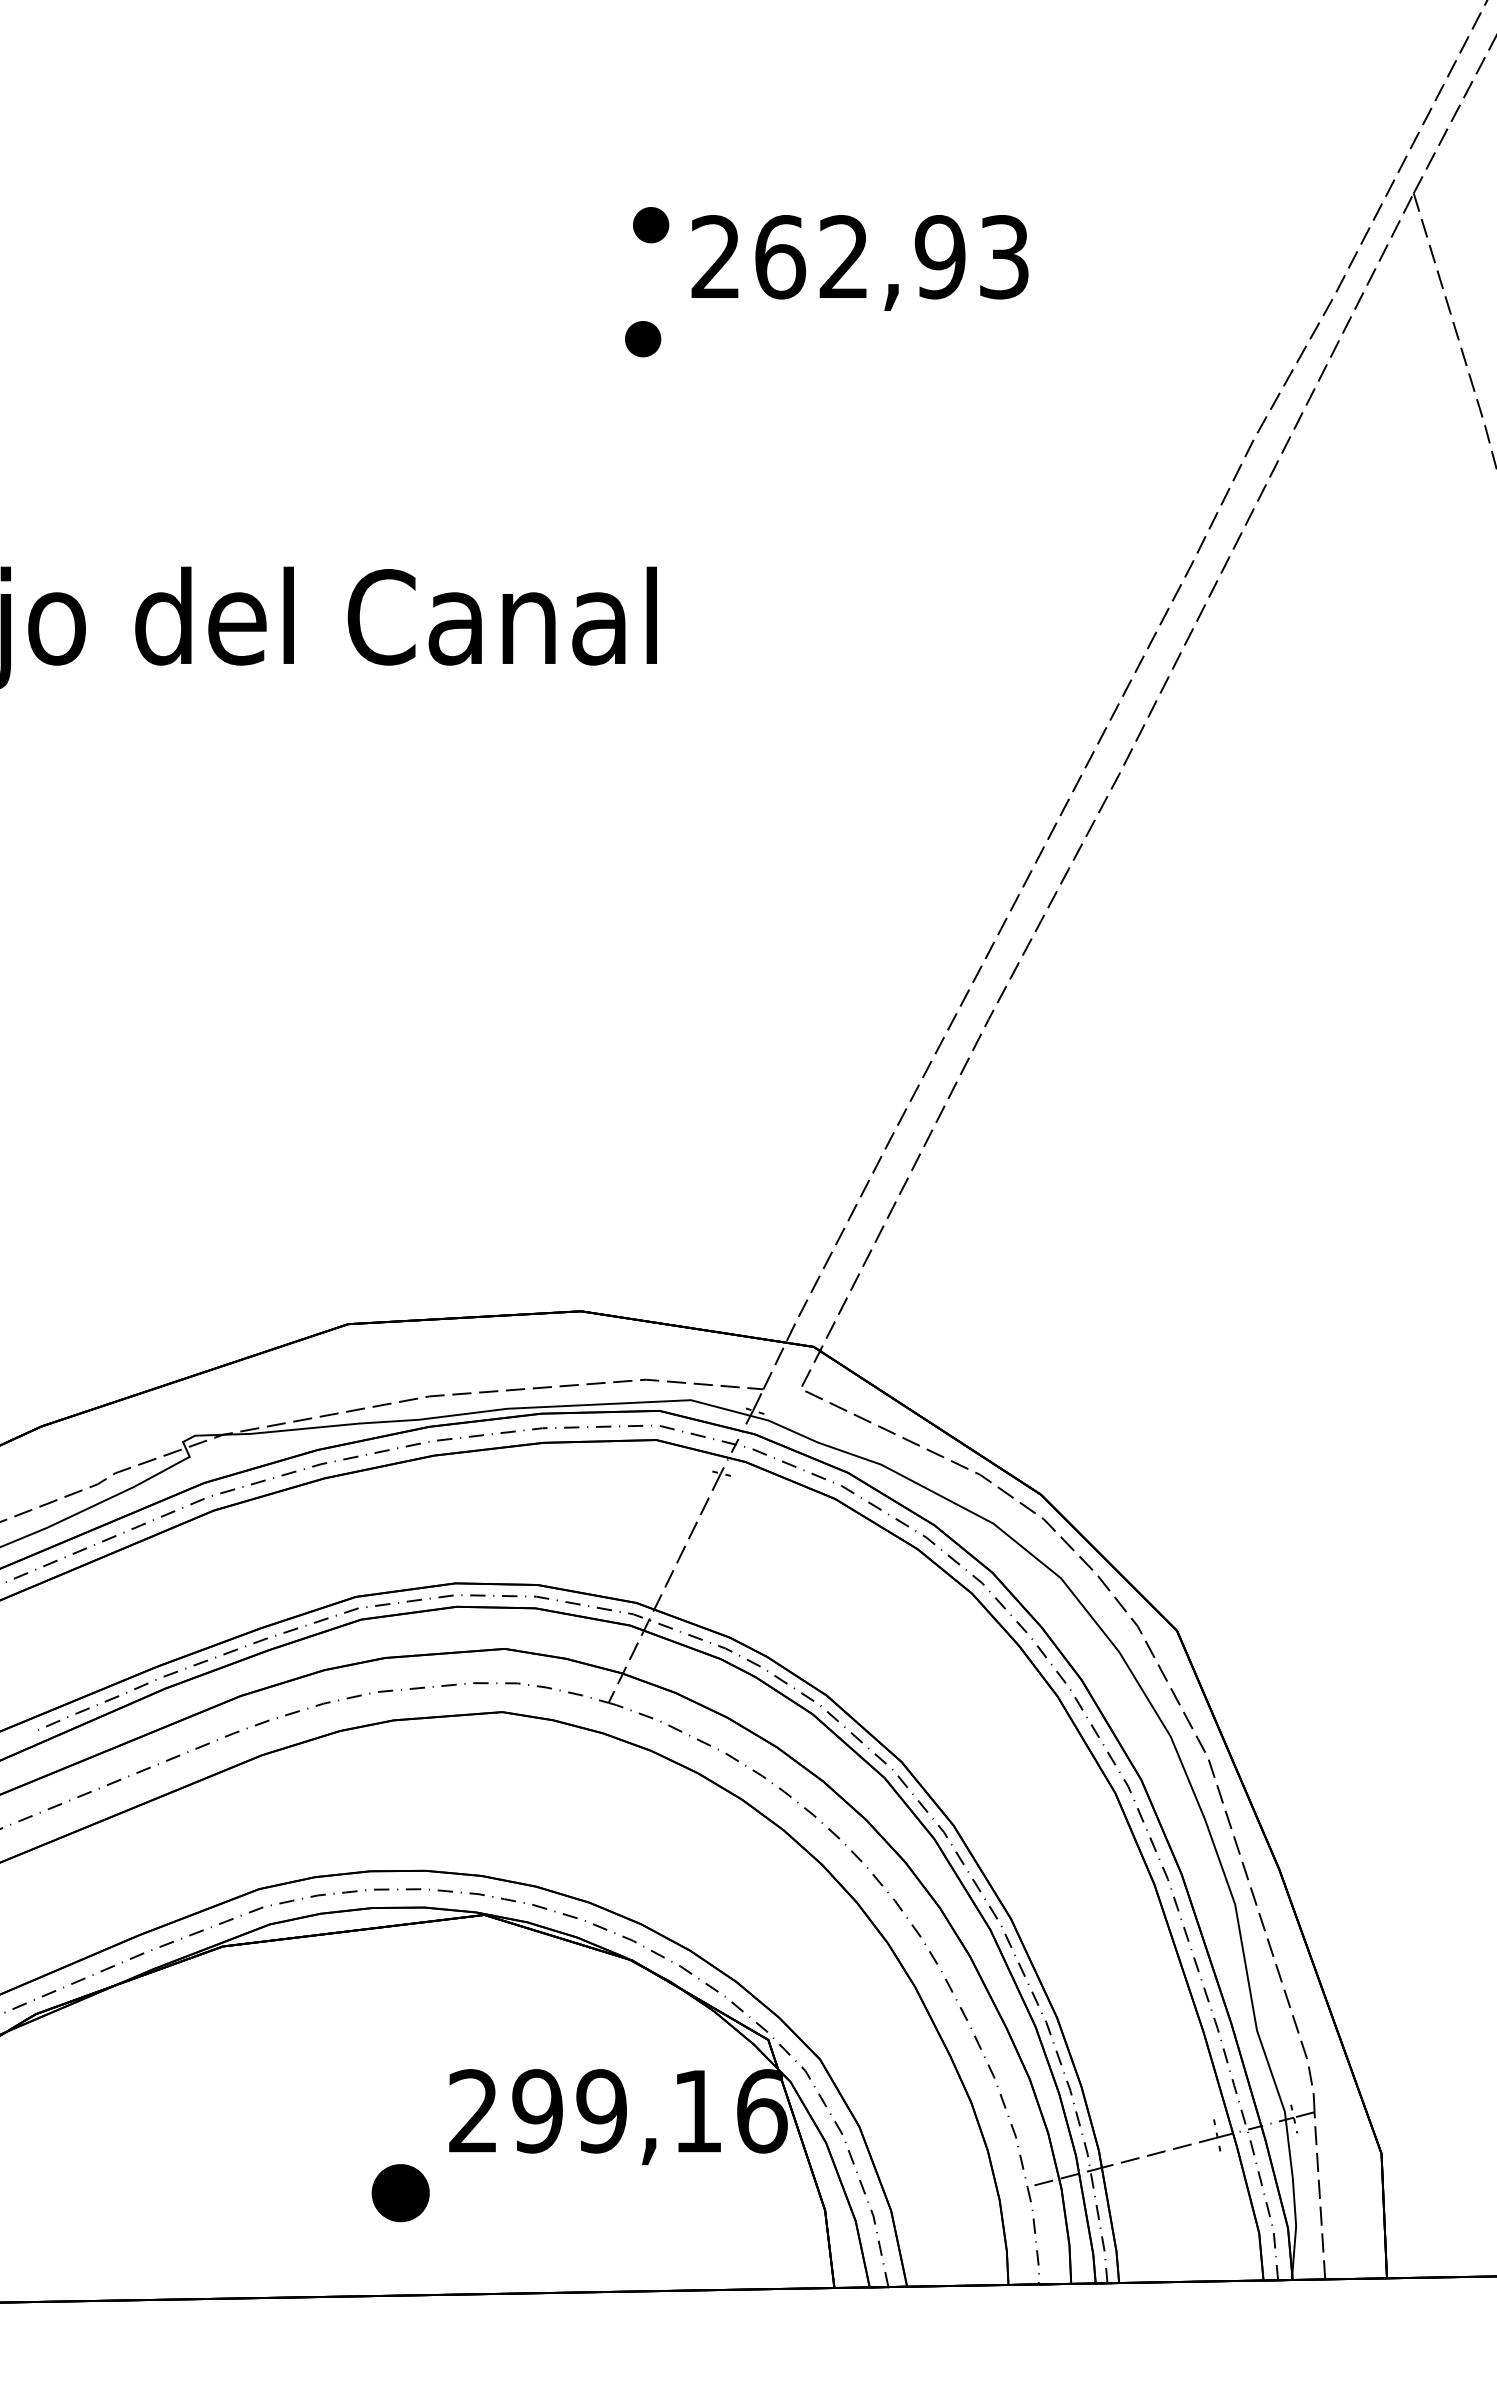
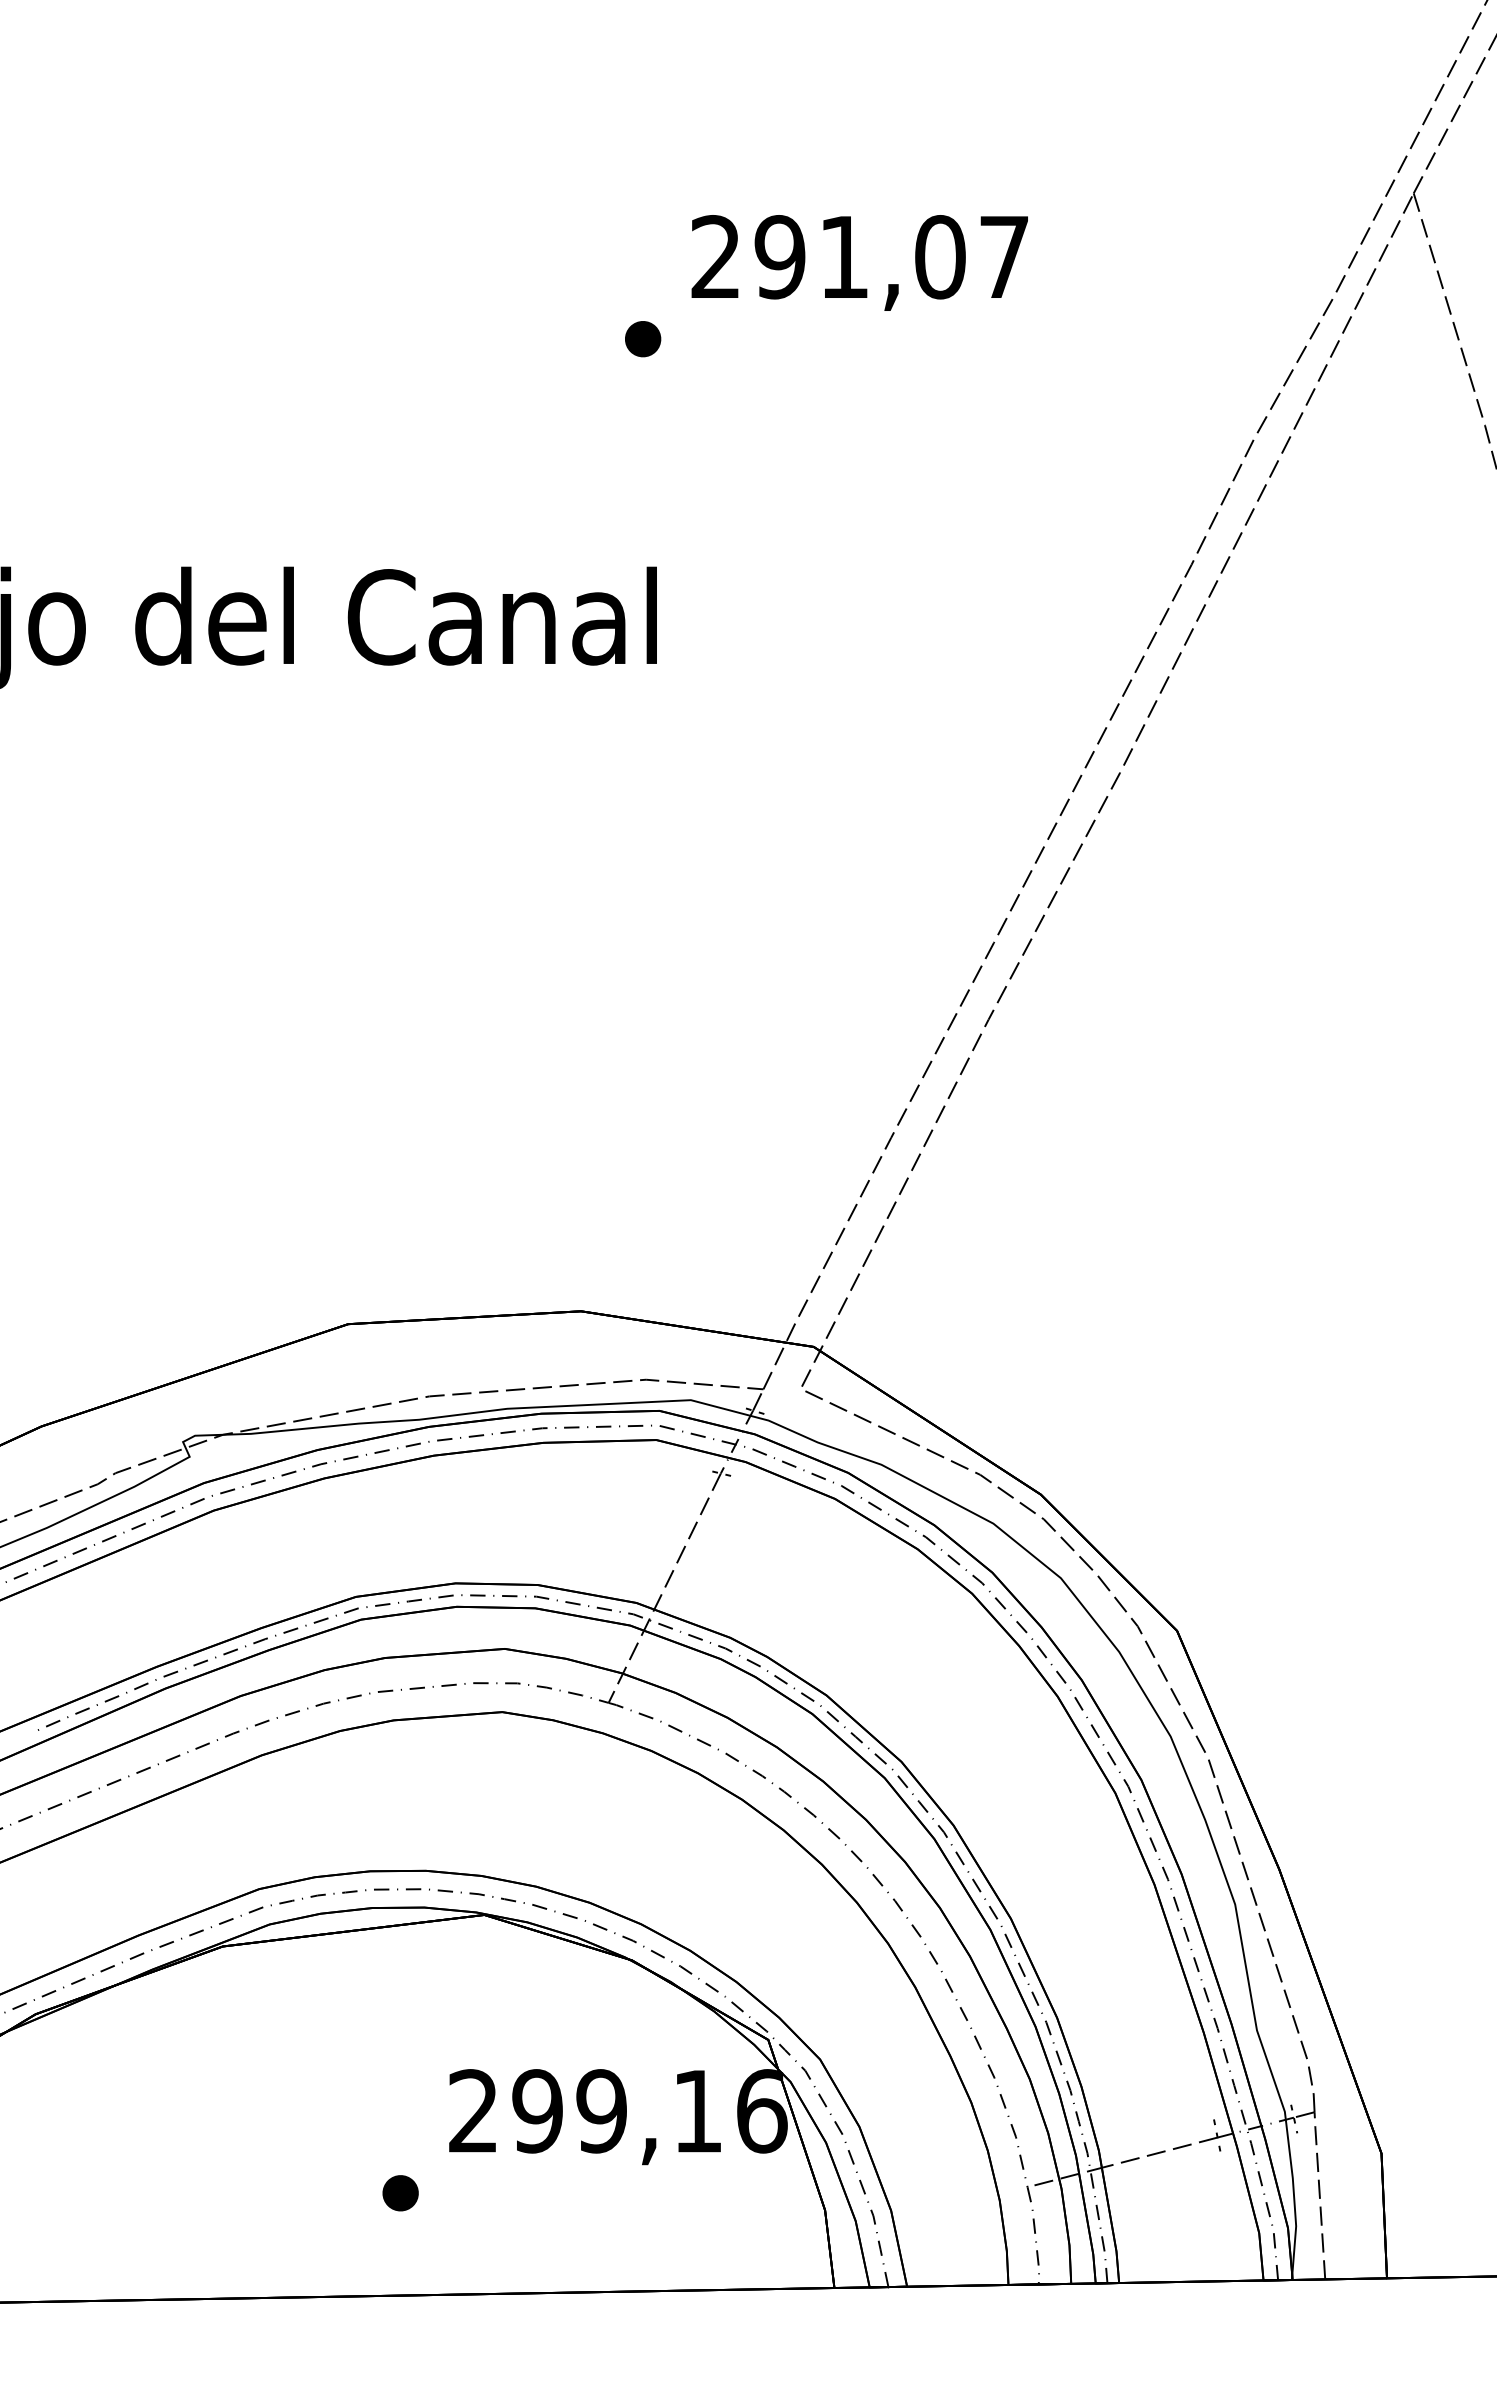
part at (651, 225): present -> none
text at (891, 257): 262,93 -> 291,07
part at (400, 2193) size: 59x59 px -> 37x37 px
